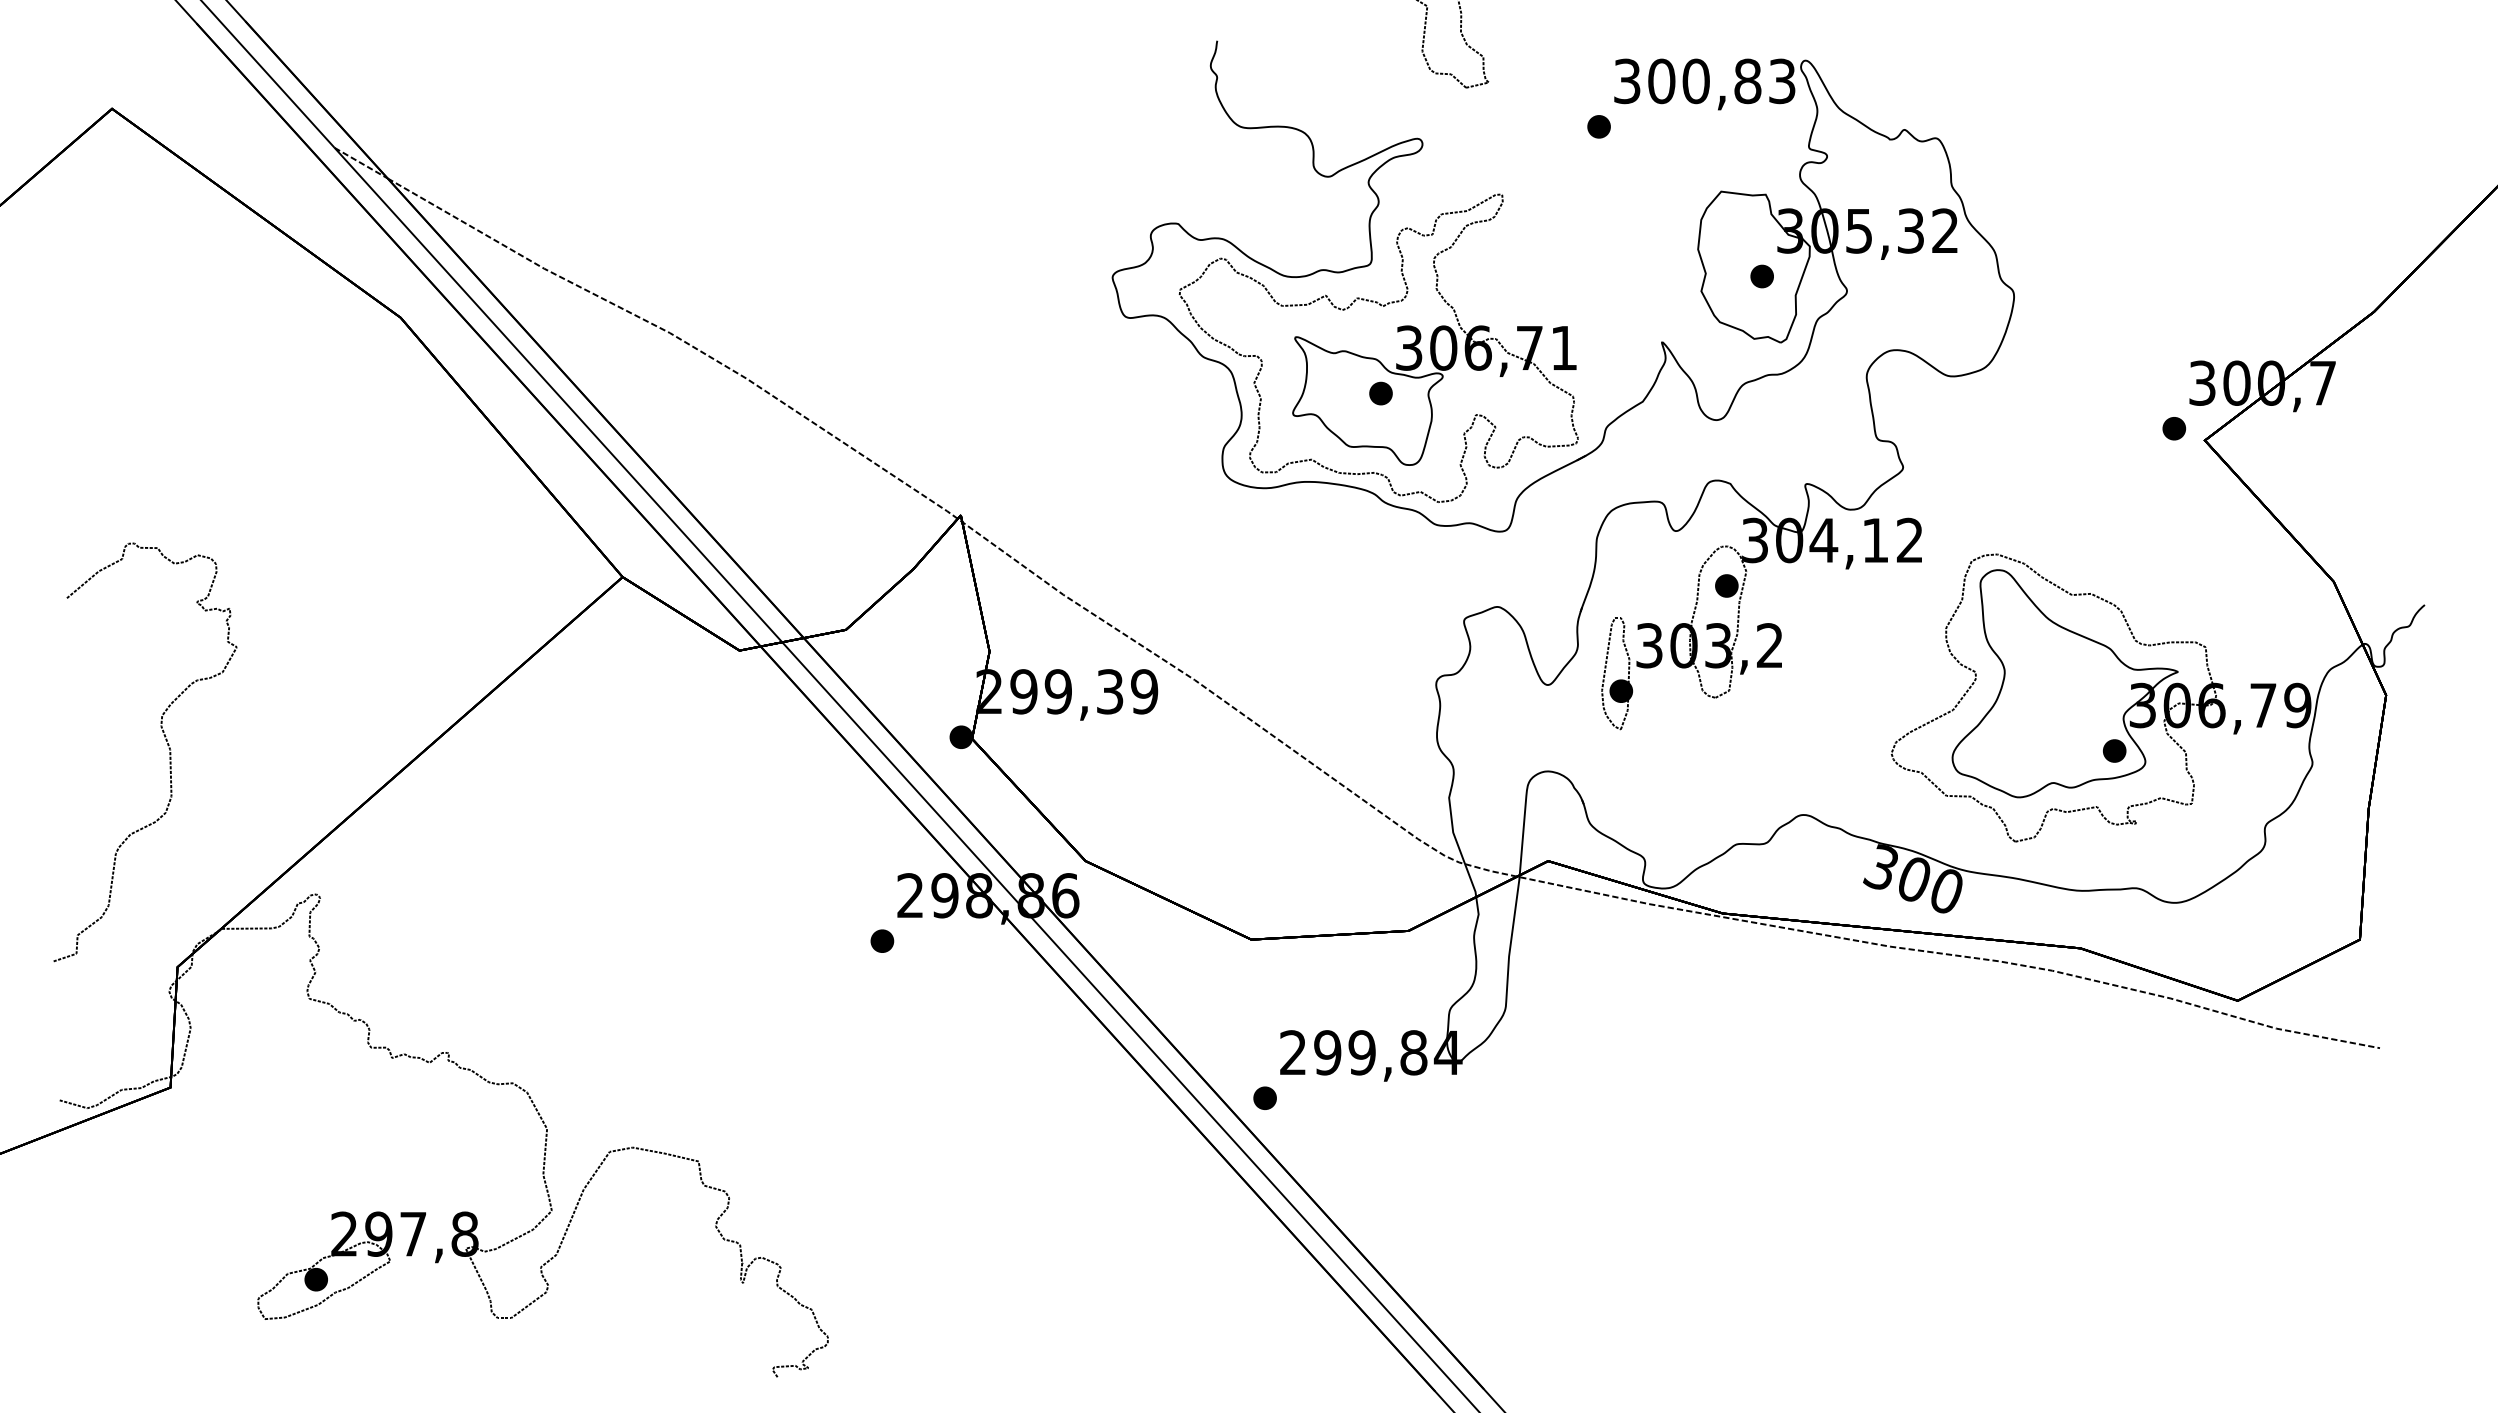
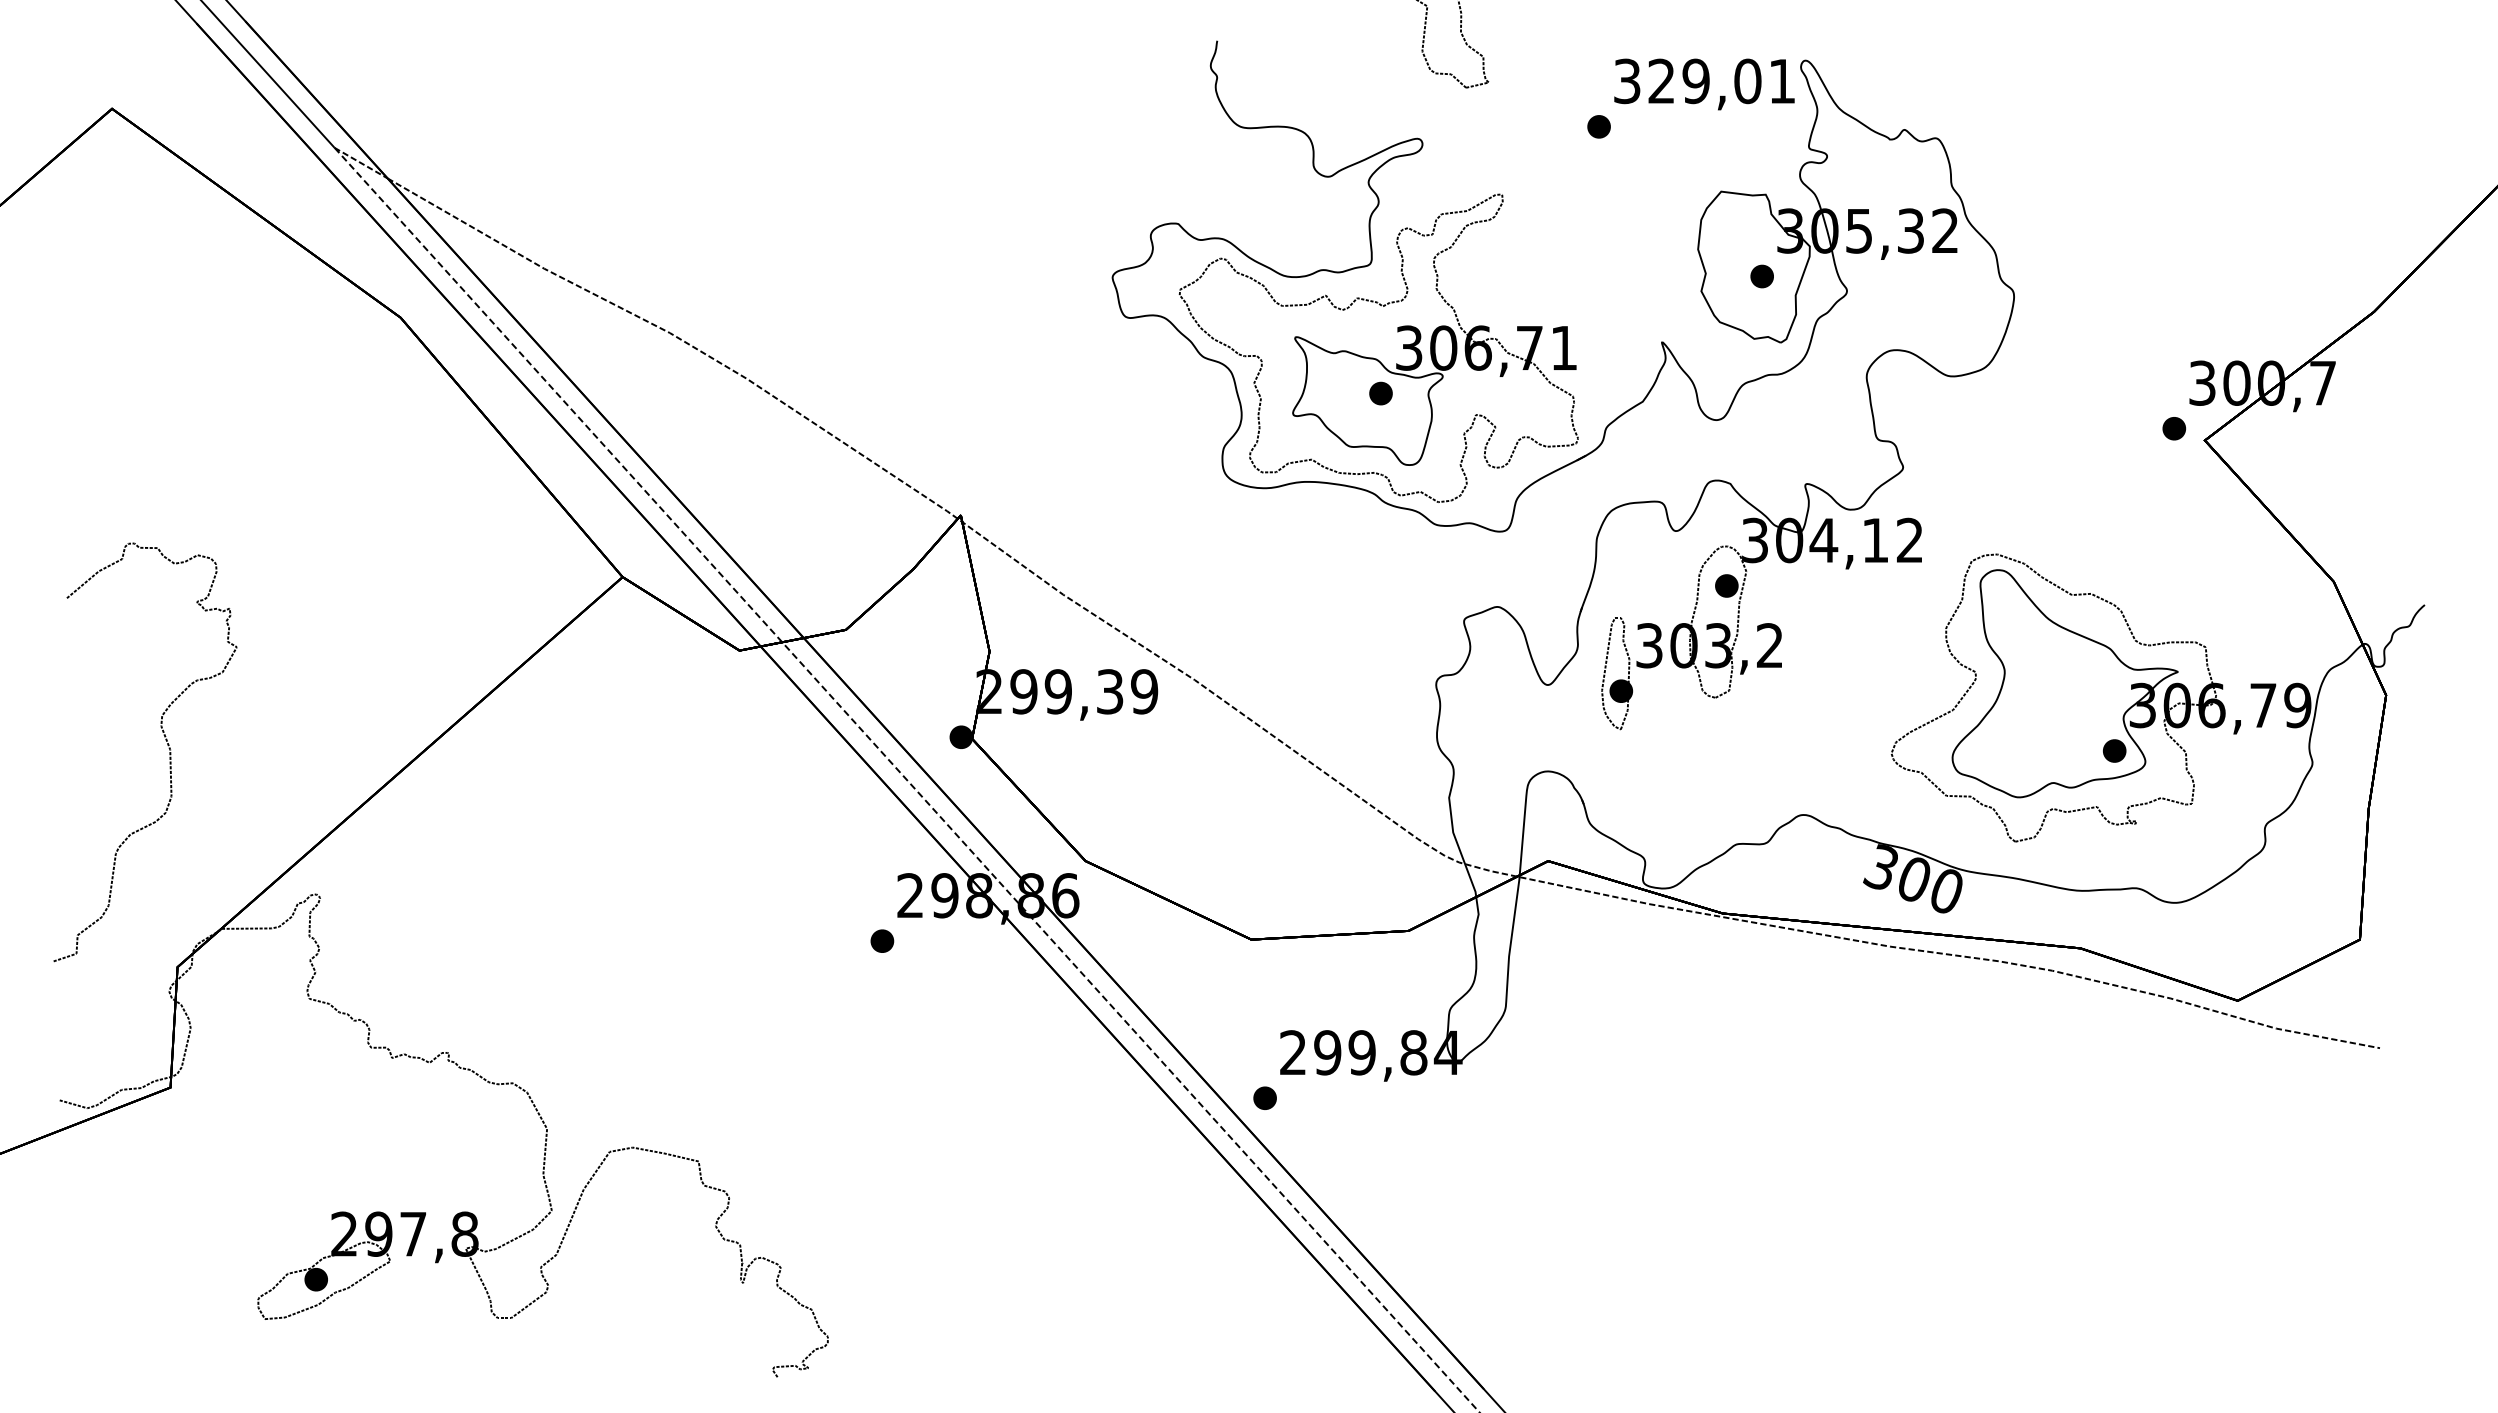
text at (1721, 81): 300,83 -> 329,01
line at (907, 780): solid -> dashed
